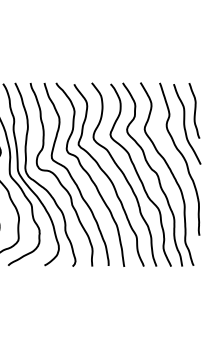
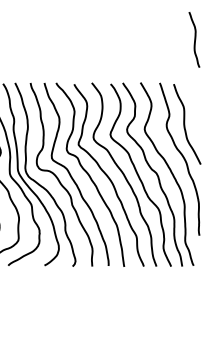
curve at (194, 110) position: (194, 110) -> (194, 39)
